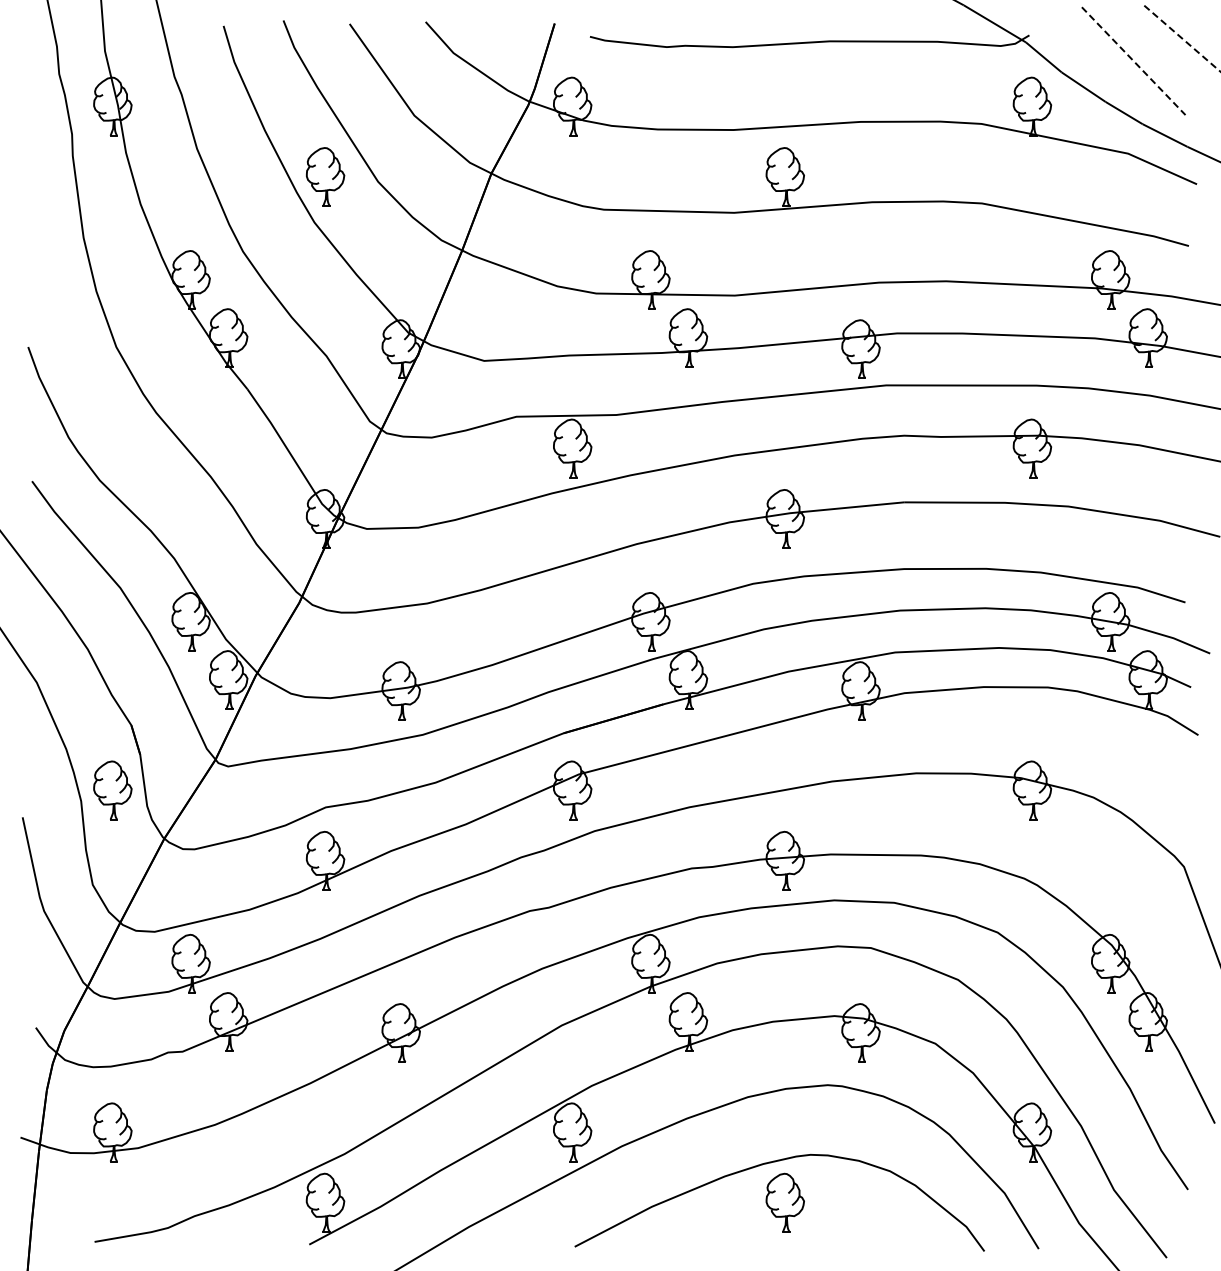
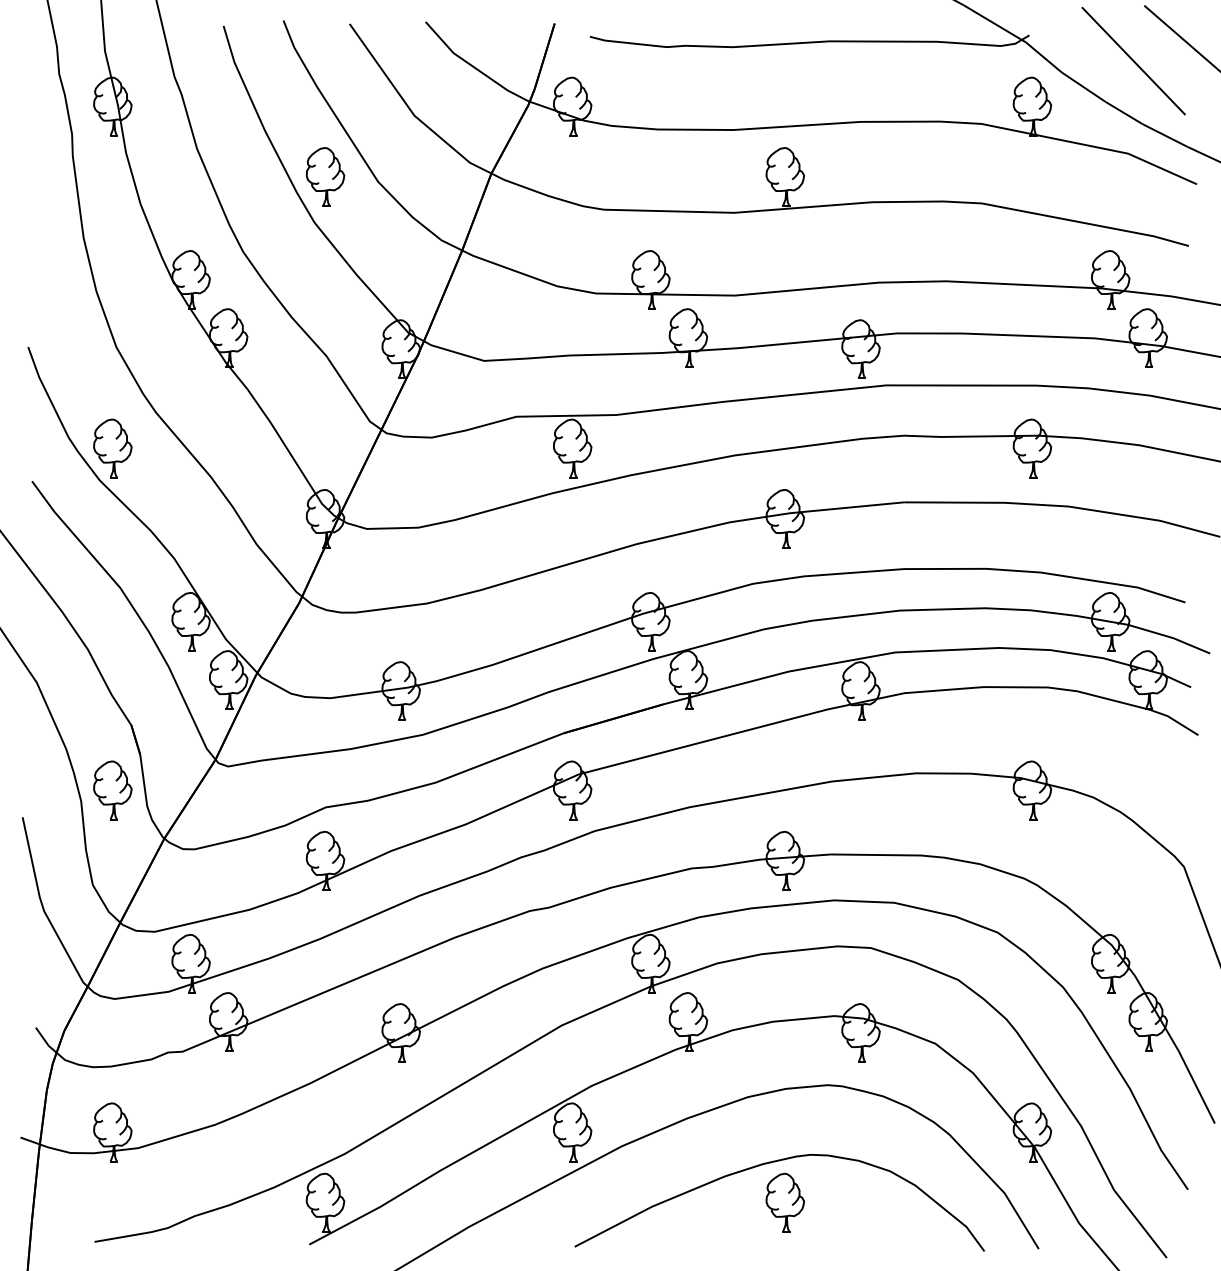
line at (1182, 39): dashed -> solid
line at (1133, 61): dashed -> solid
part at (112, 448): none -> present
